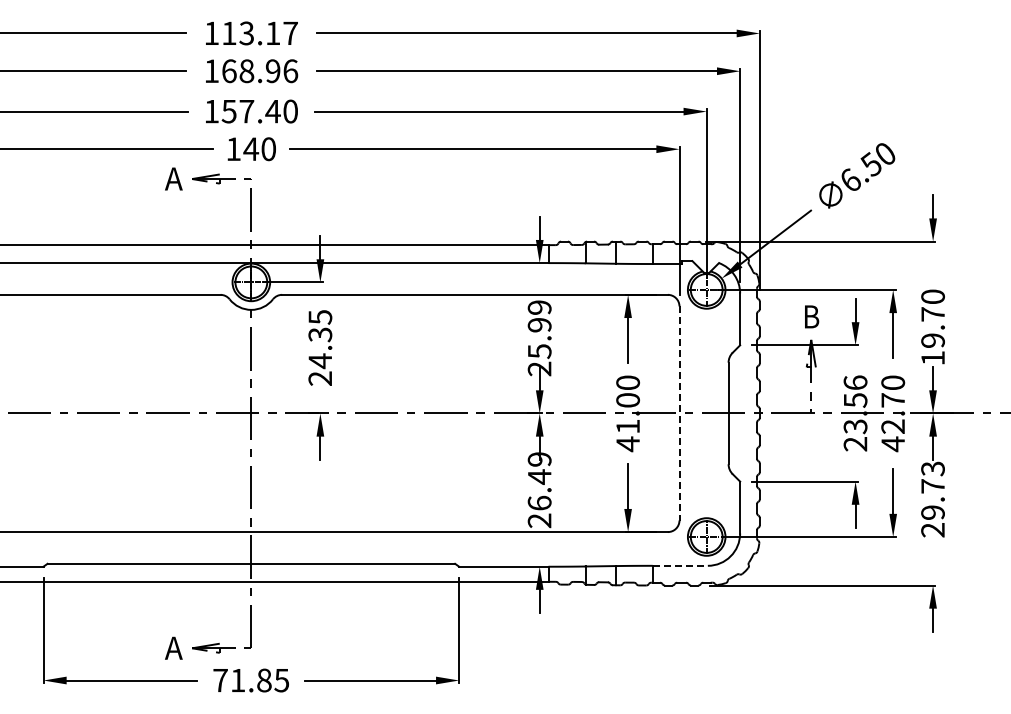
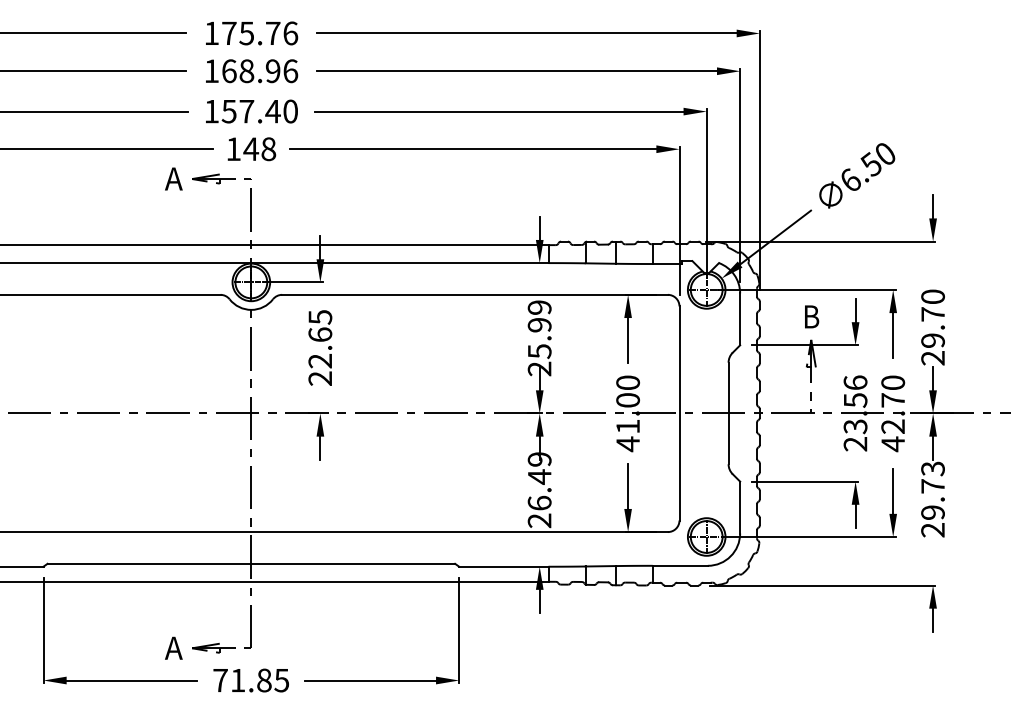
text at (260, 33): 113.17 -> 175.76
text at (268, 148): 140 -> 148
text at (320, 348): 24.35 -> 22.65
text at (932, 358): 19.70 -> 29.70
line at (679, 413): dashed -> solid
line at (680, 565): dashed -> solid
